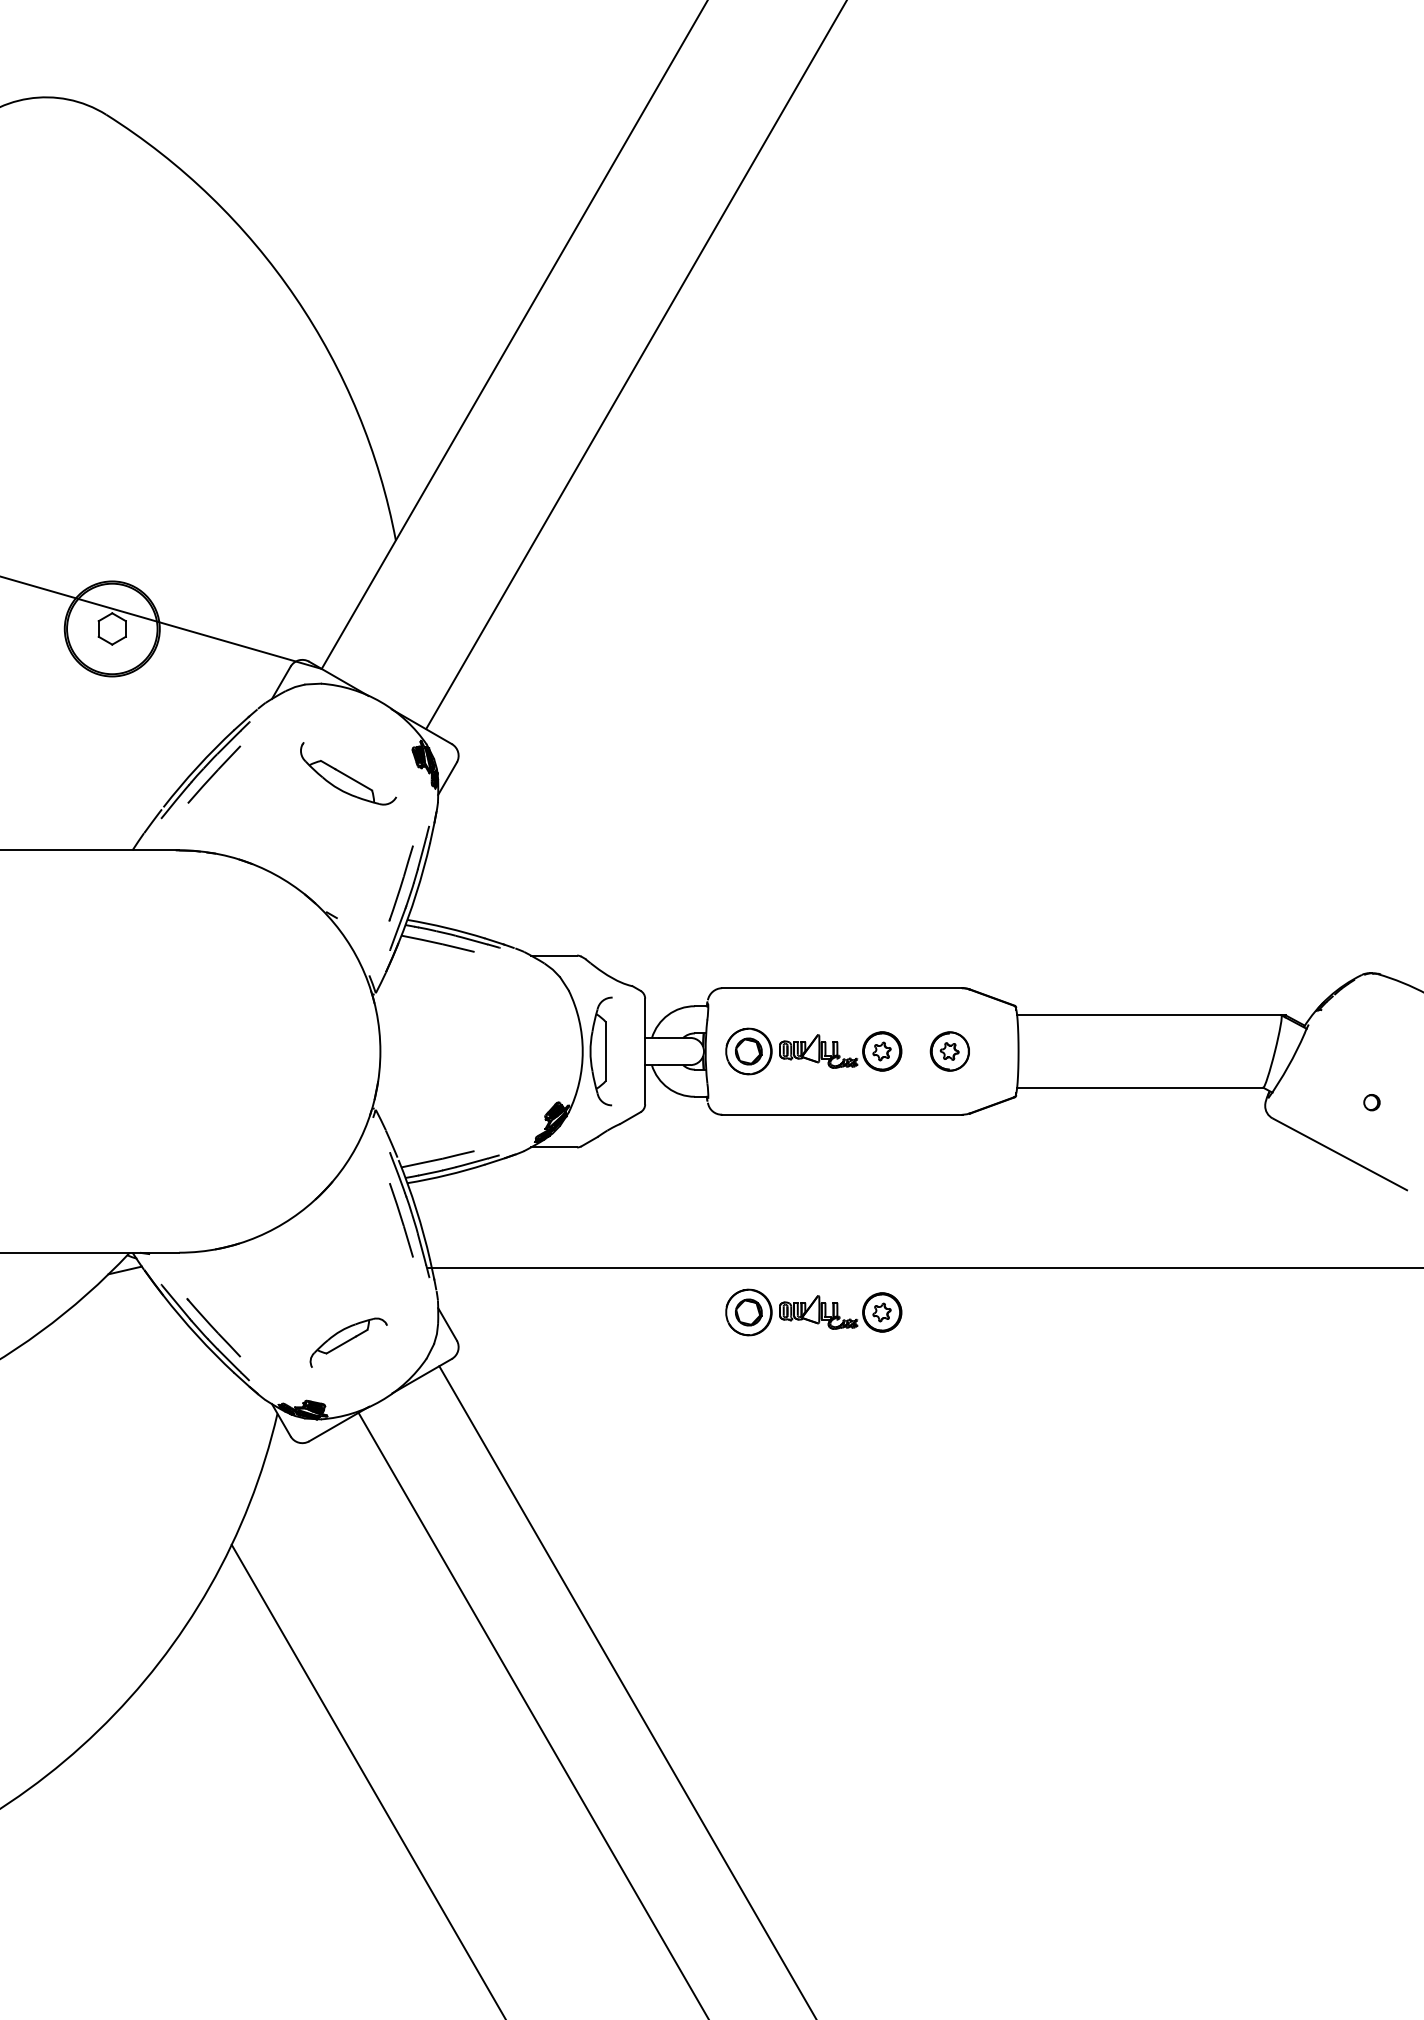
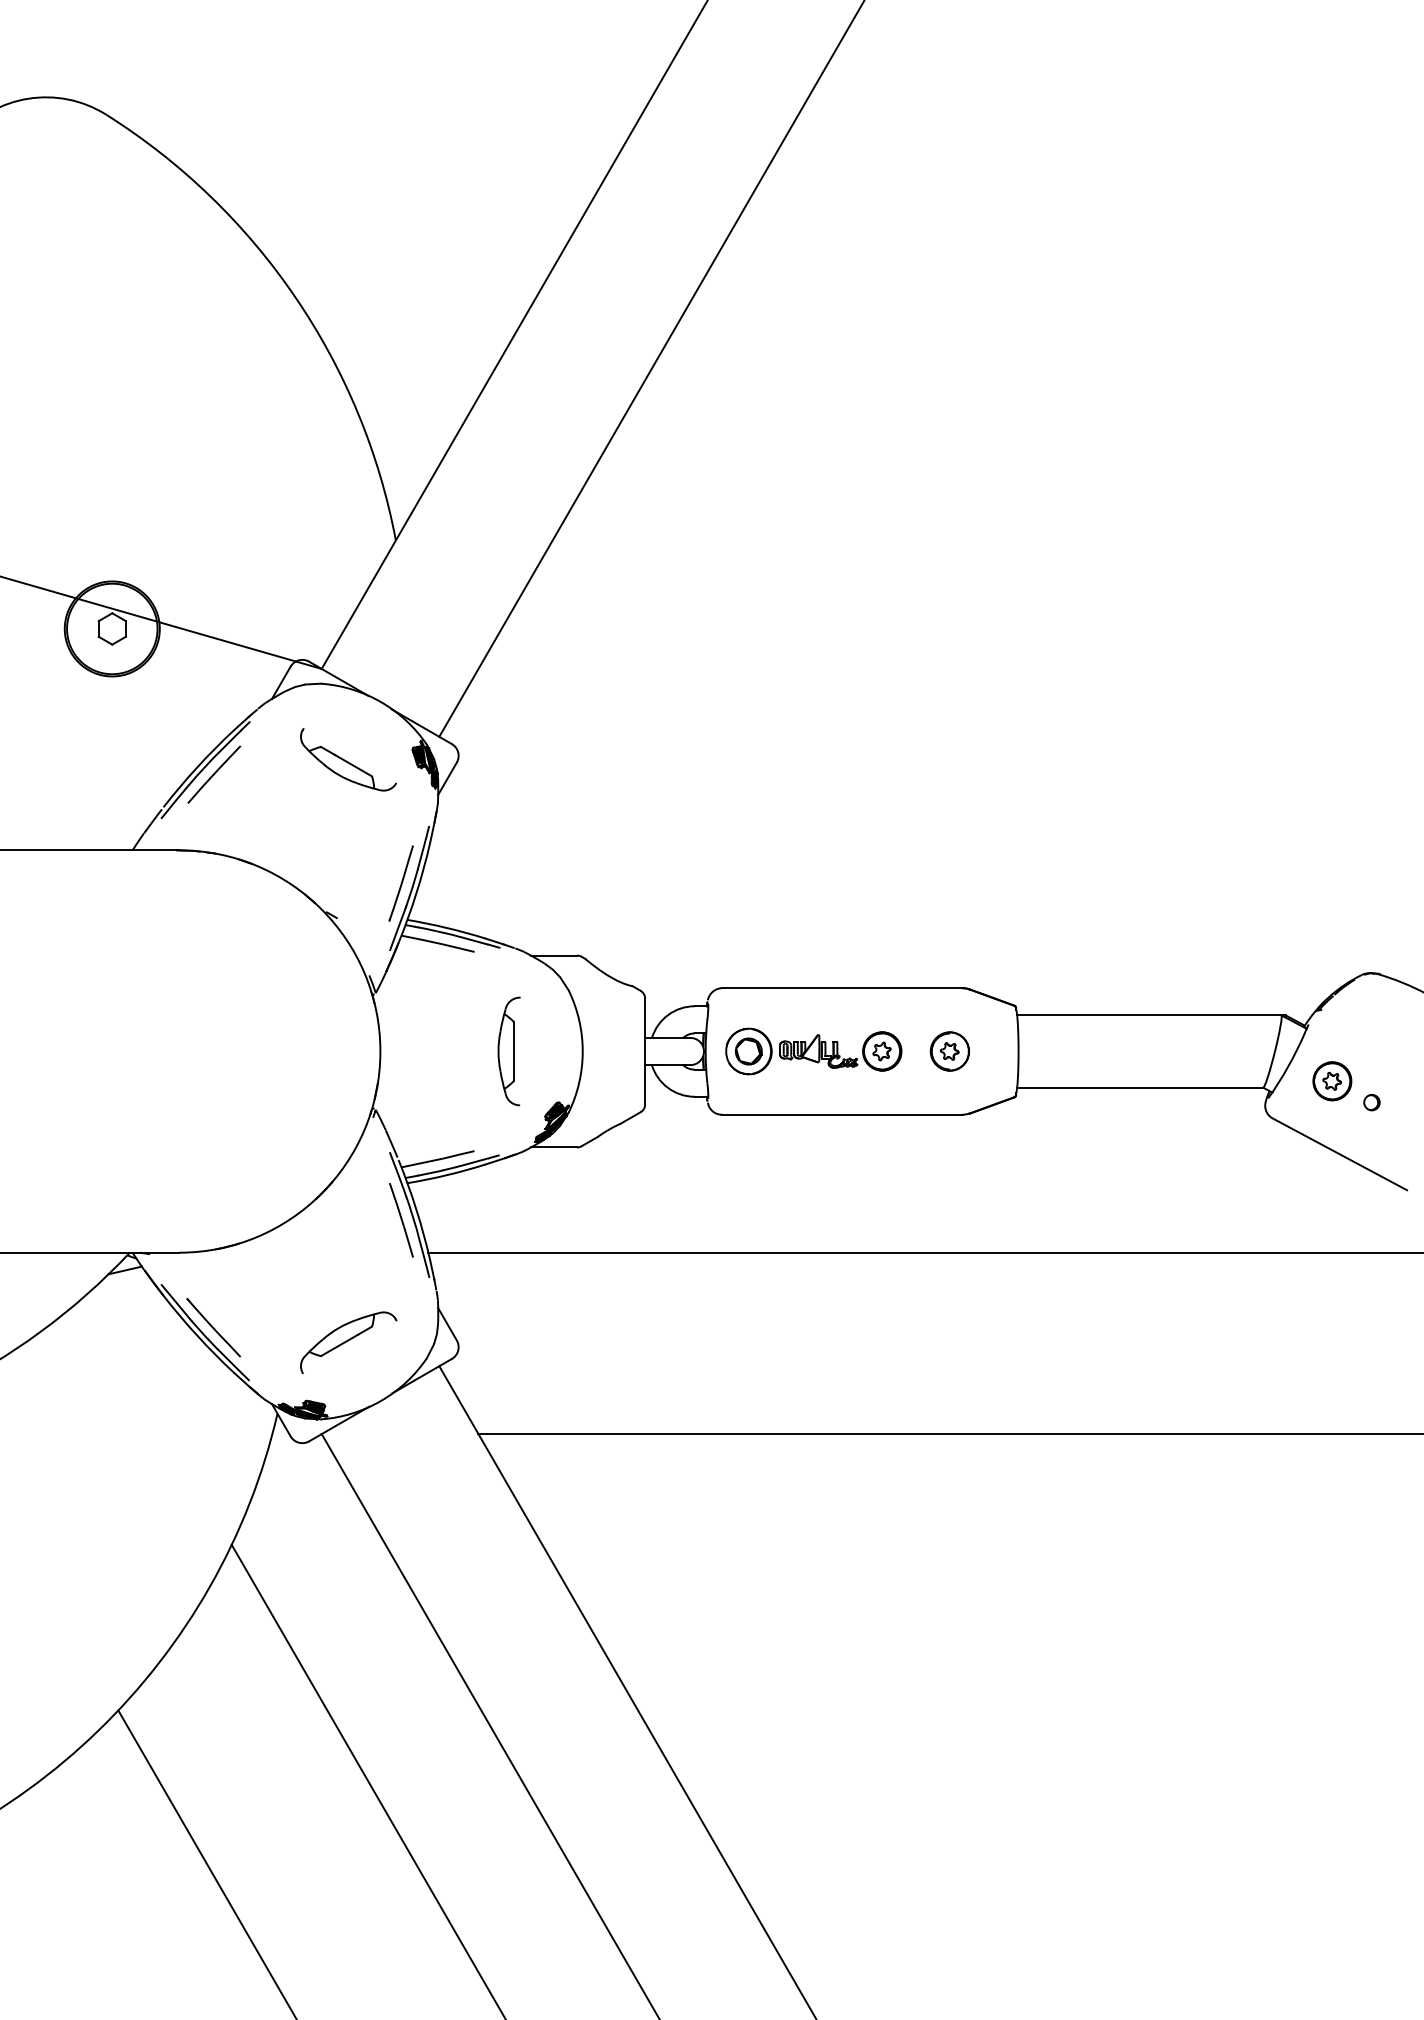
line at (635, 365) position: (635, 365) -> (651, 369)
part at (348, 773) position: (348, 773) -> (348, 759)
part at (600, 1051) position: (600, 1051) -> (508, 1051)
part at (1332, 1081): none -> present
line at (924, 1267) position: (924, 1267) -> (924, 1252)
part at (813, 1312): present -> none
part at (348, 1342) size: 79x51 px -> 98x64 px
line at (949, 1433): none -> present
line at (532, 1714) position: (532, 1714) -> (489, 1725)
line at (206, 1863): none -> present
